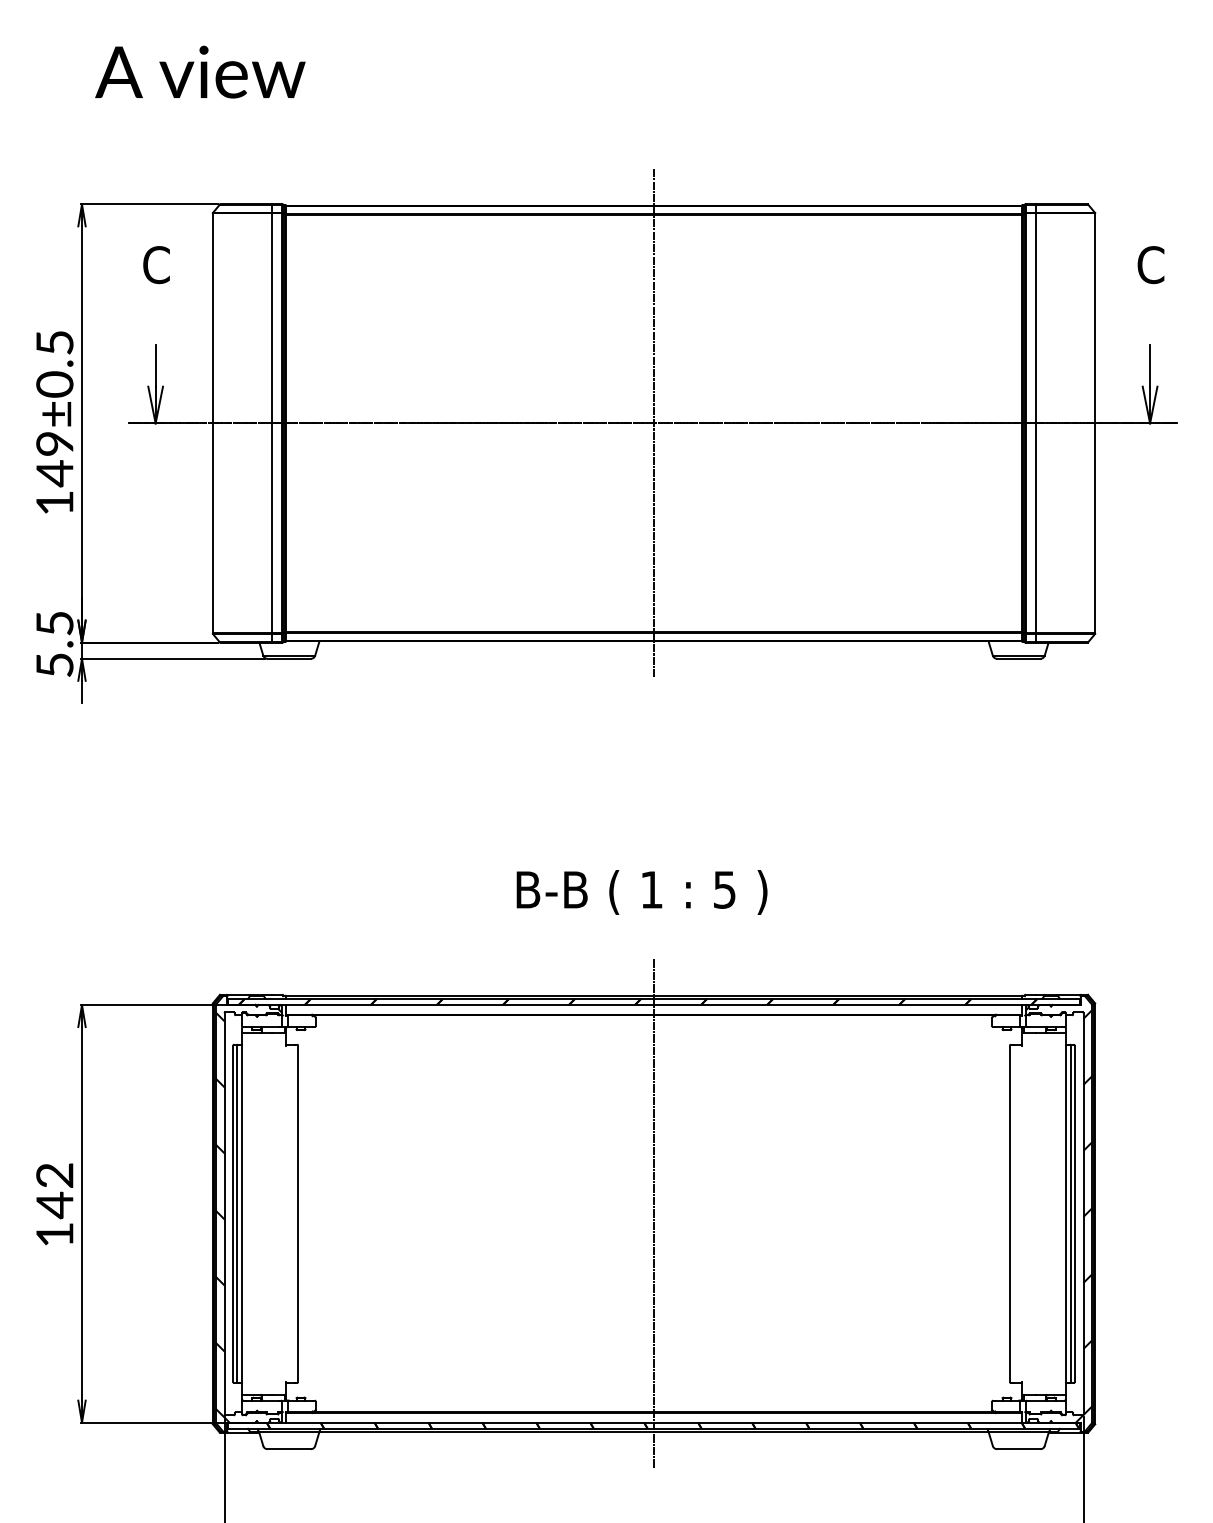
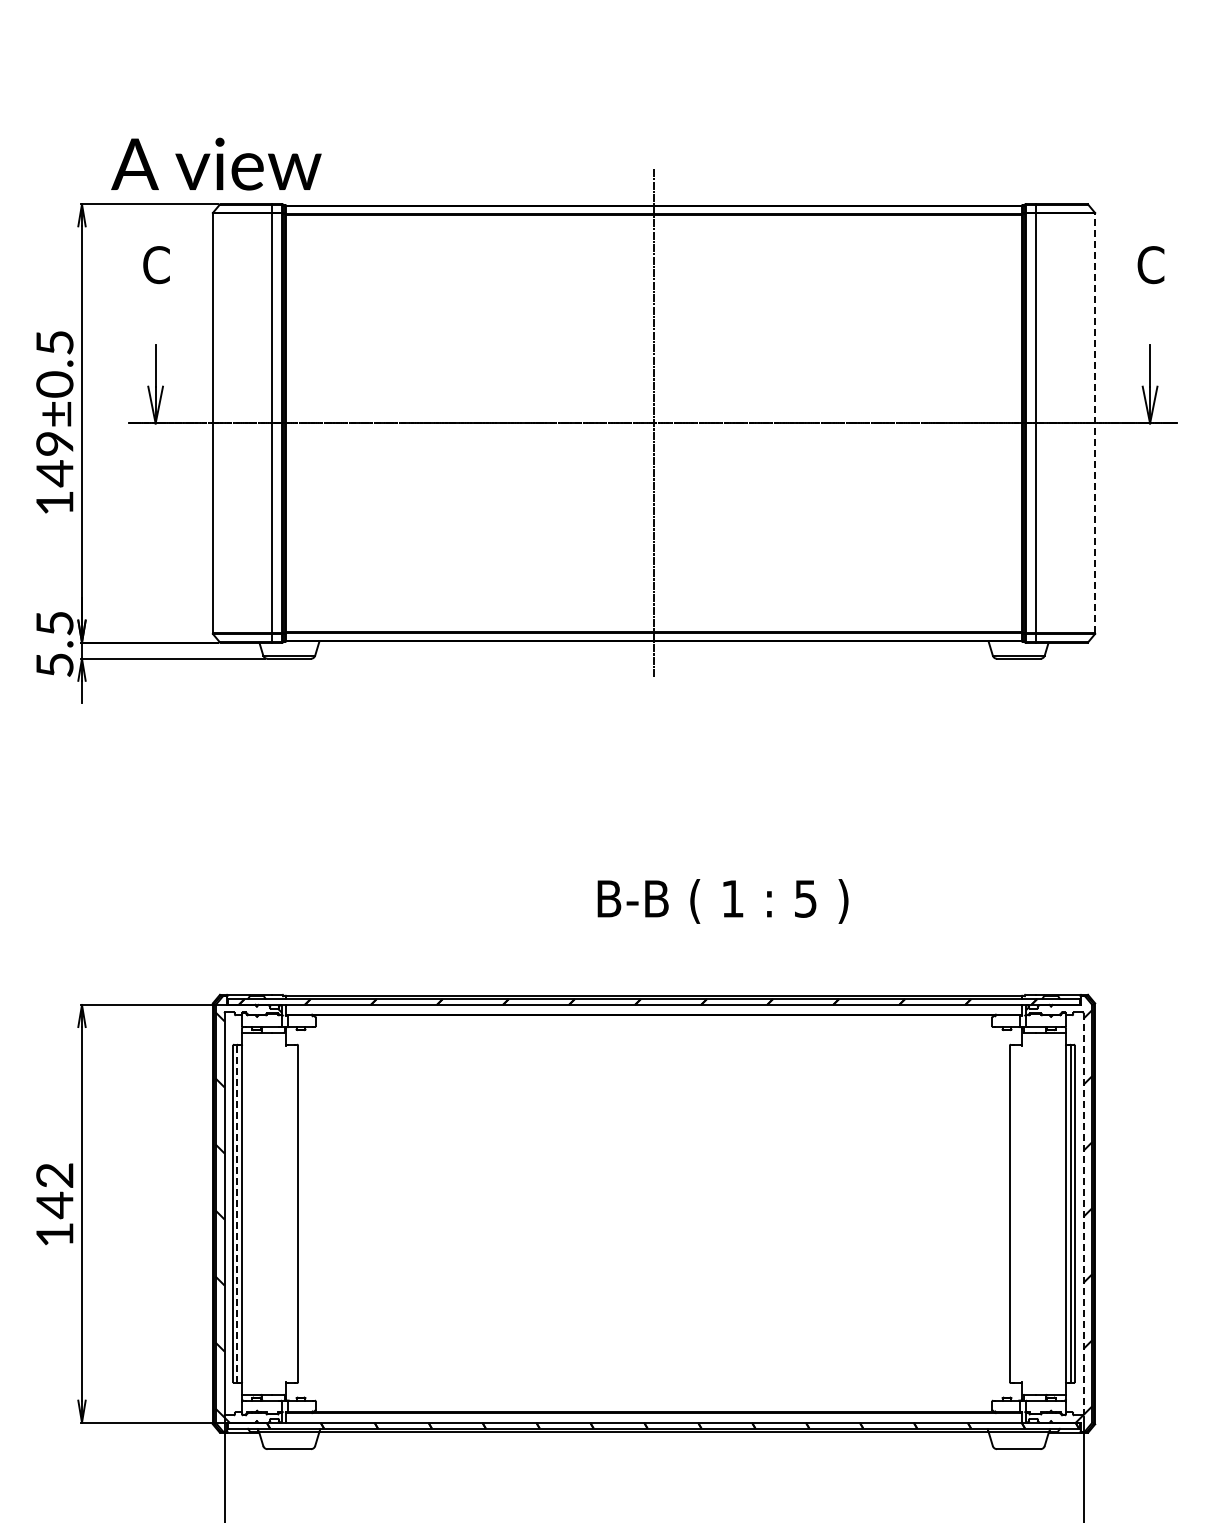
text at (200, 71) position: (200, 71) -> (216, 163)
line at (1095, 422): solid -> dashed
text at (641, 892) position: (641, 892) -> (722, 901)
line at (654, 1213): present -> none
line at (1083, 1213): solid -> dashed
line at (237, 1214): solid -> dashed
